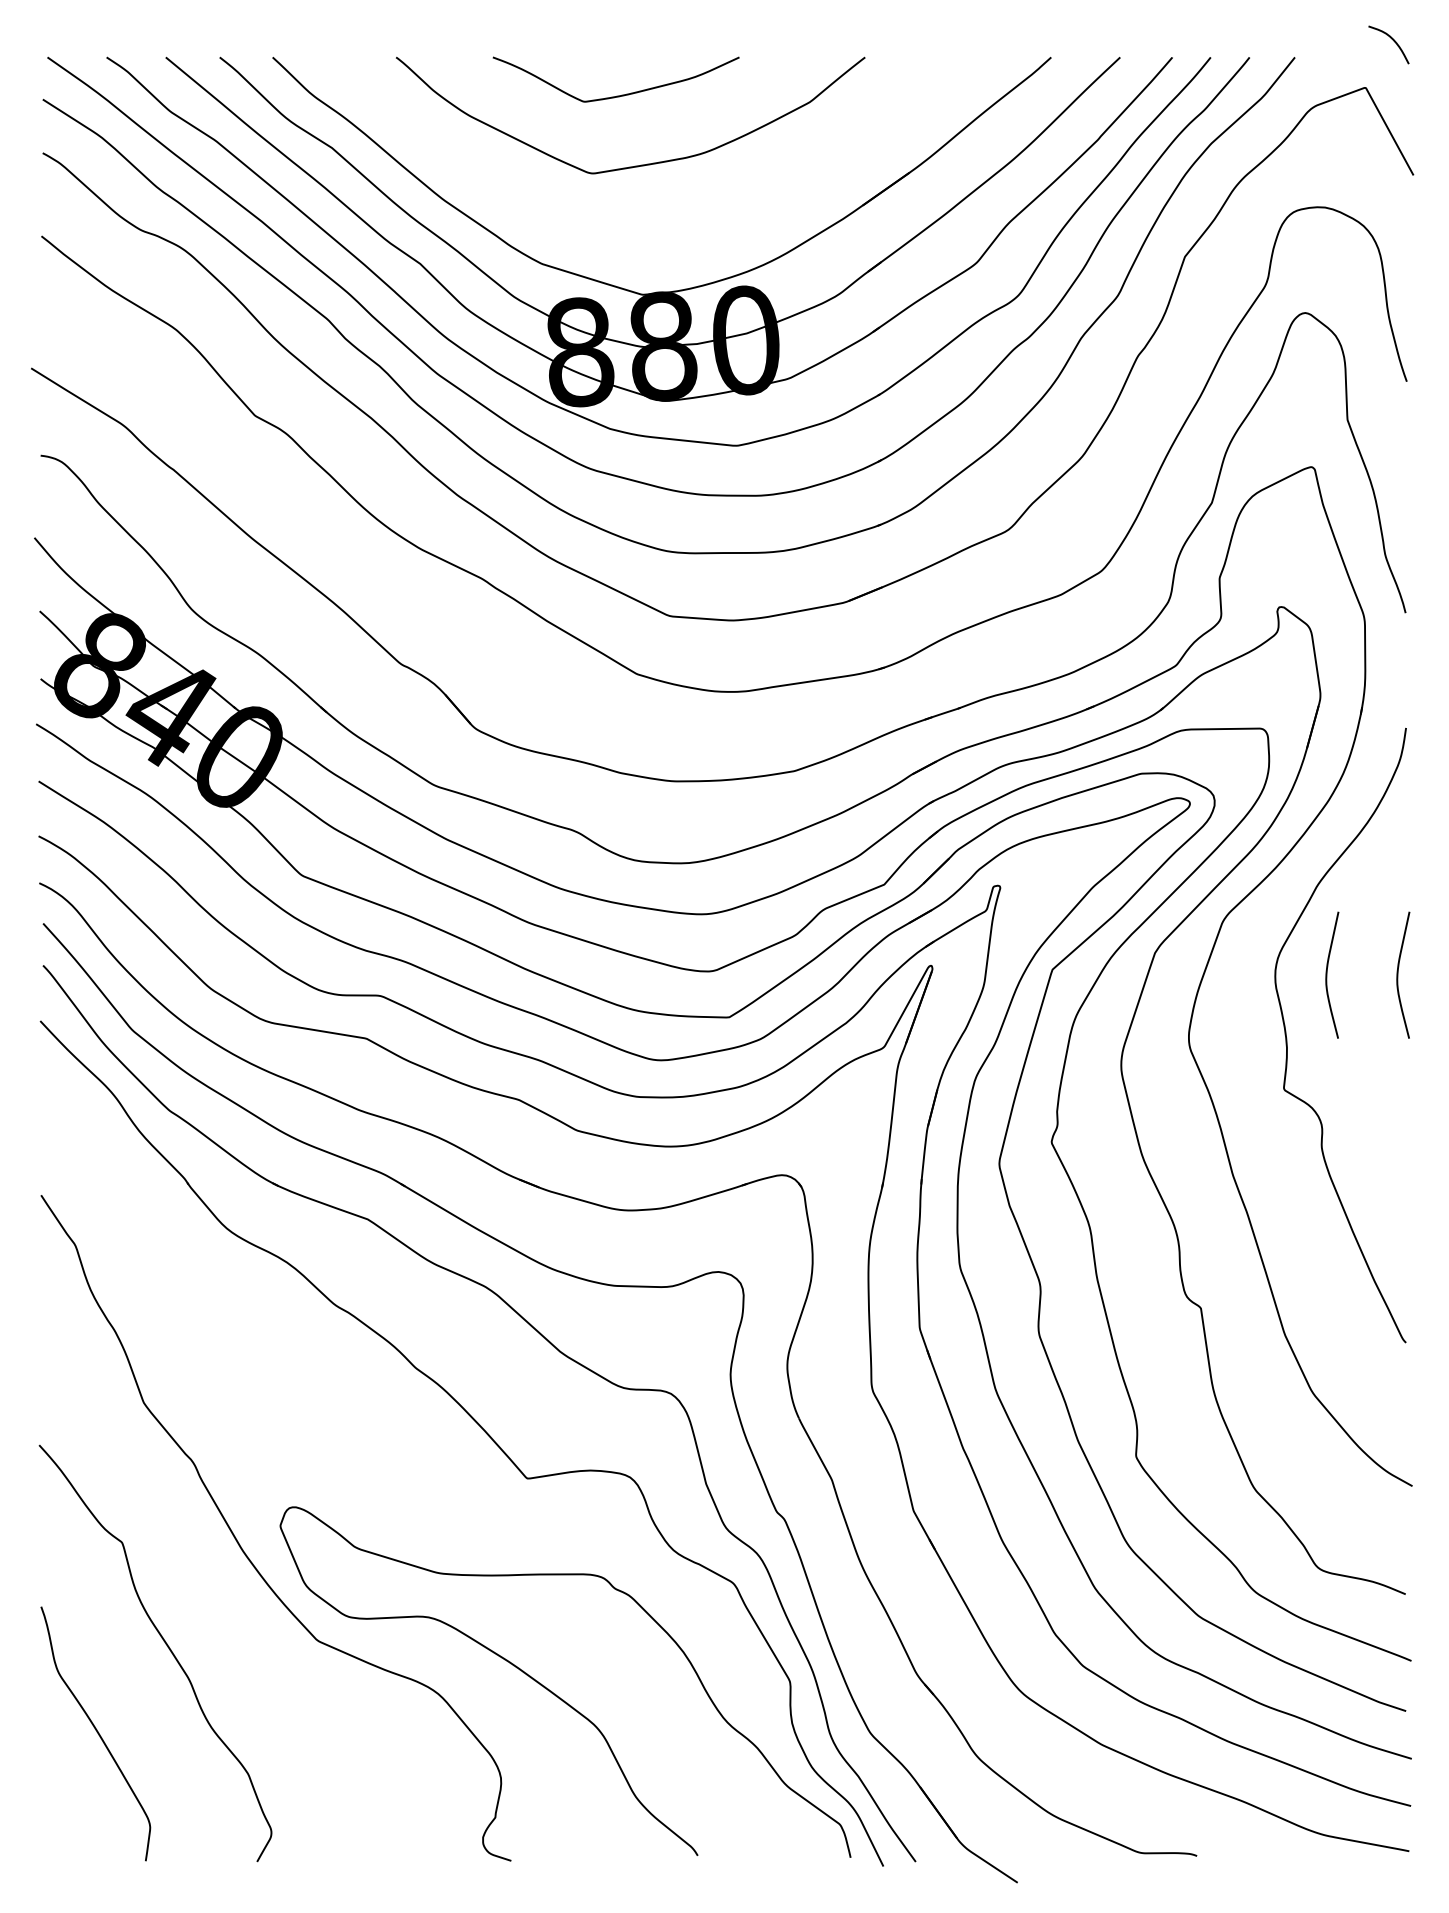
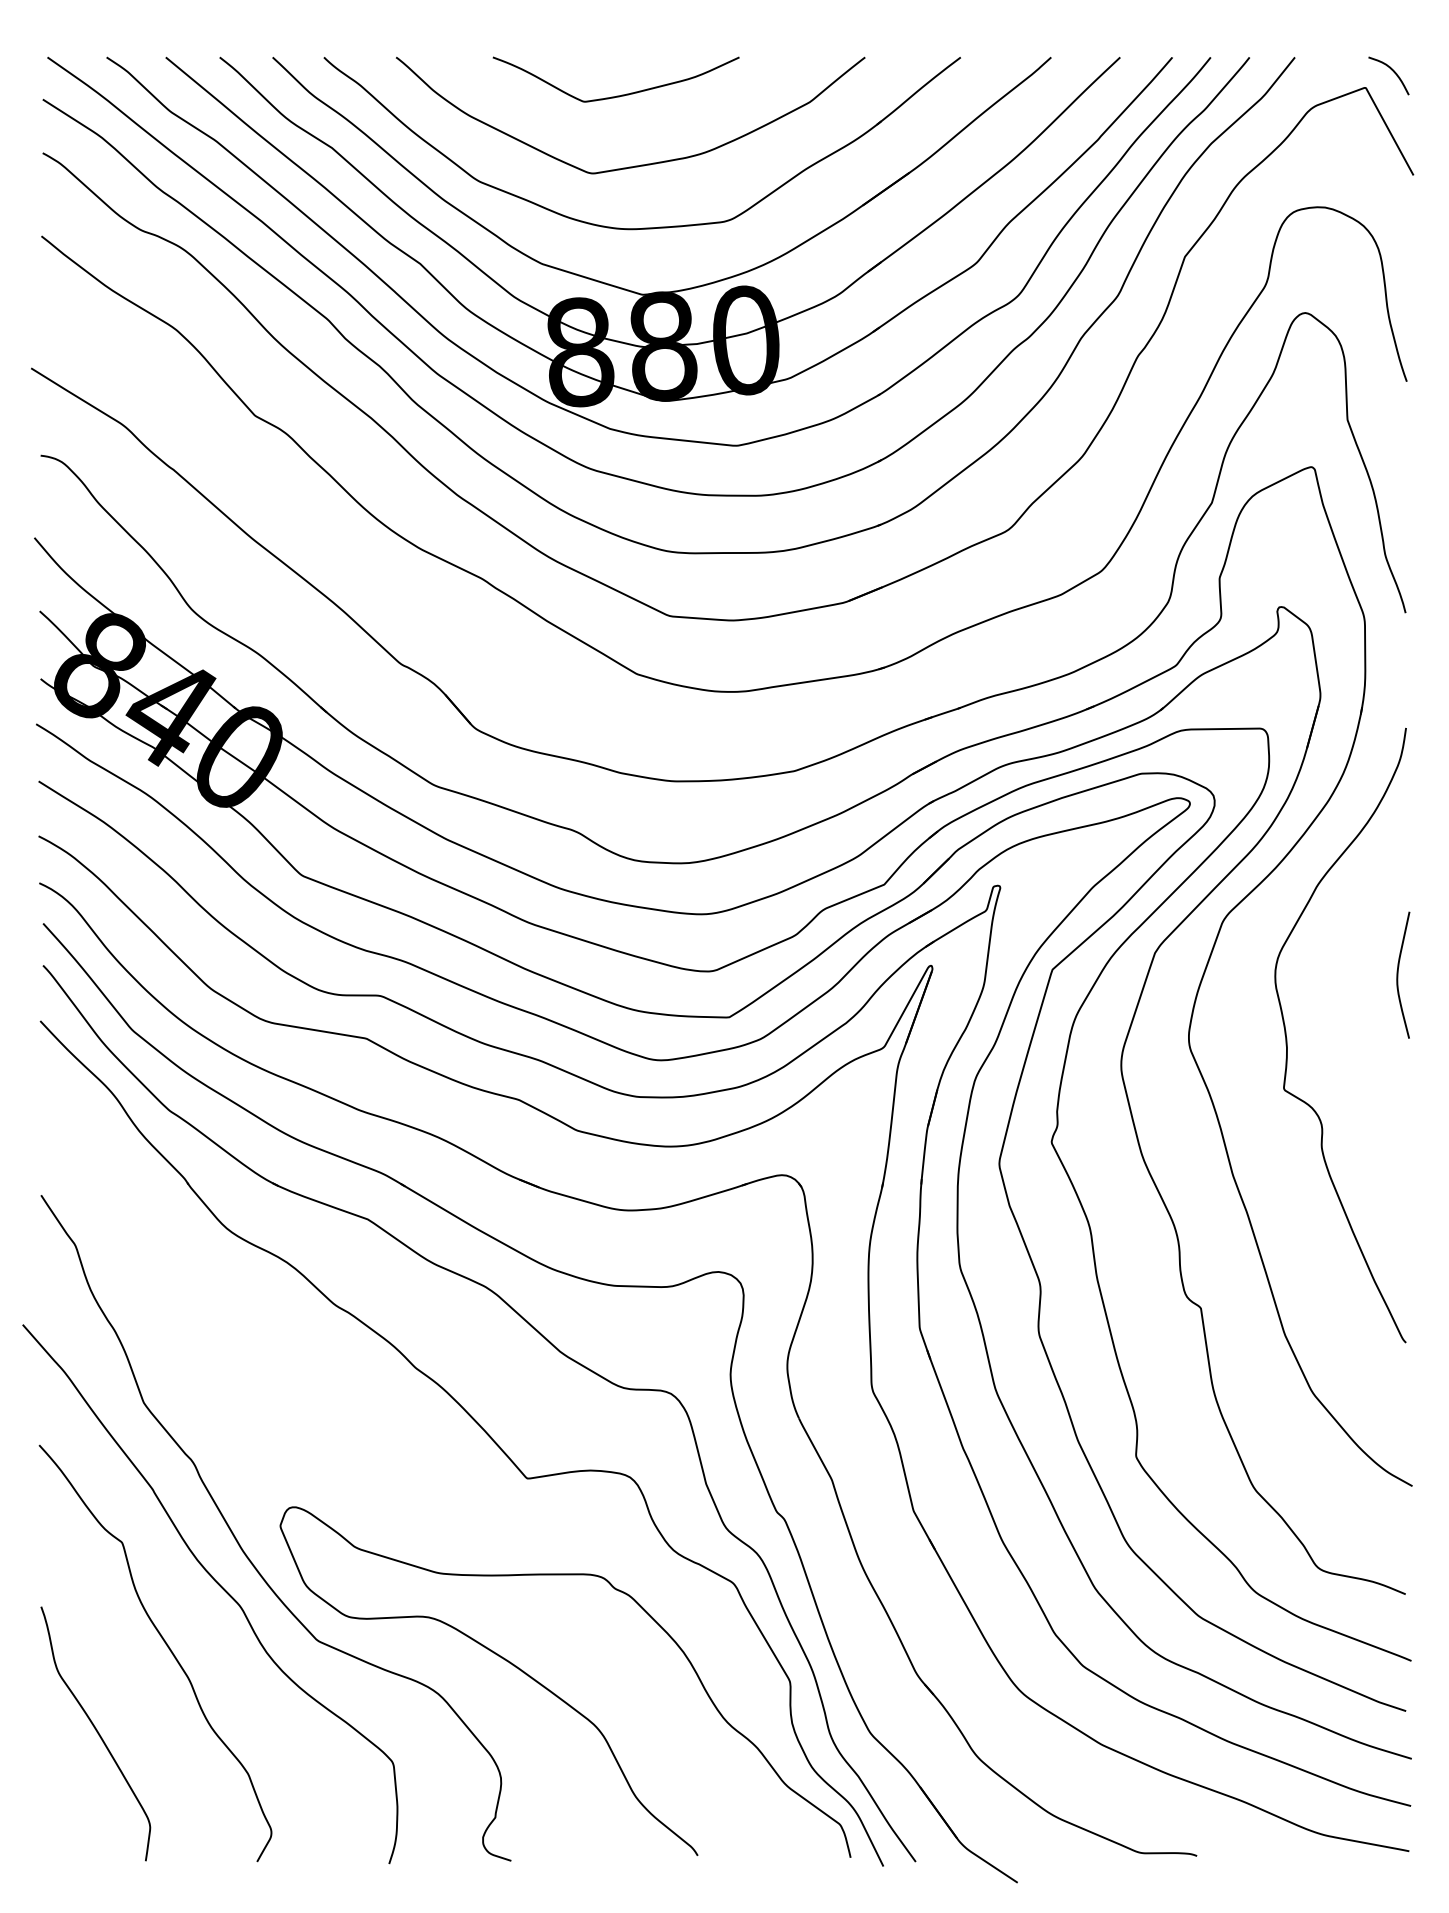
curve at (1392, 40) position: (1392, 40) -> (1392, 71)
part at (643, 227): none -> present
curve at (1327, 974): present -> none
curve at (218, 1585): none -> present
